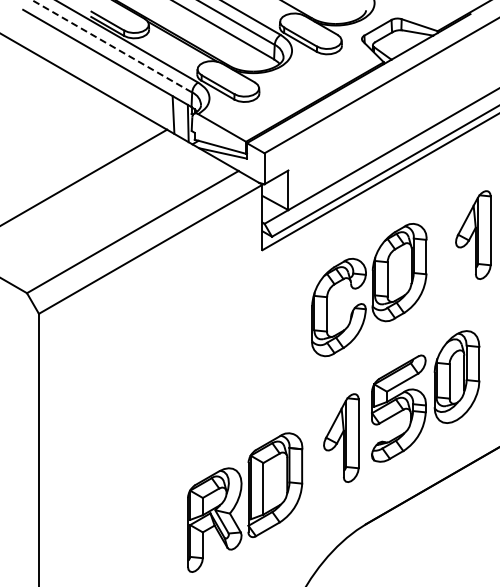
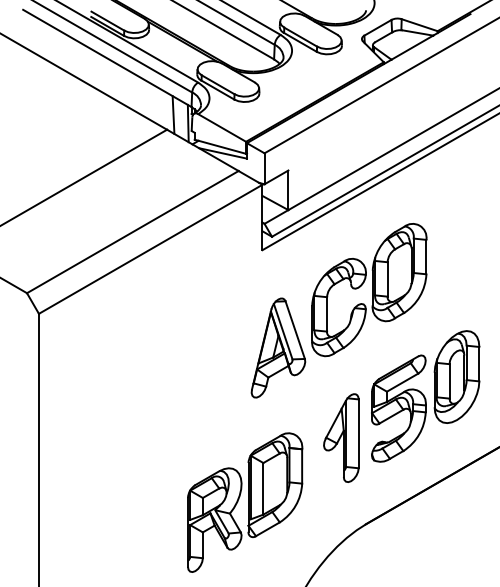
line at (112, 46): dashed -> solid
part at (473, 234): present -> none
part at (278, 347): none -> present
